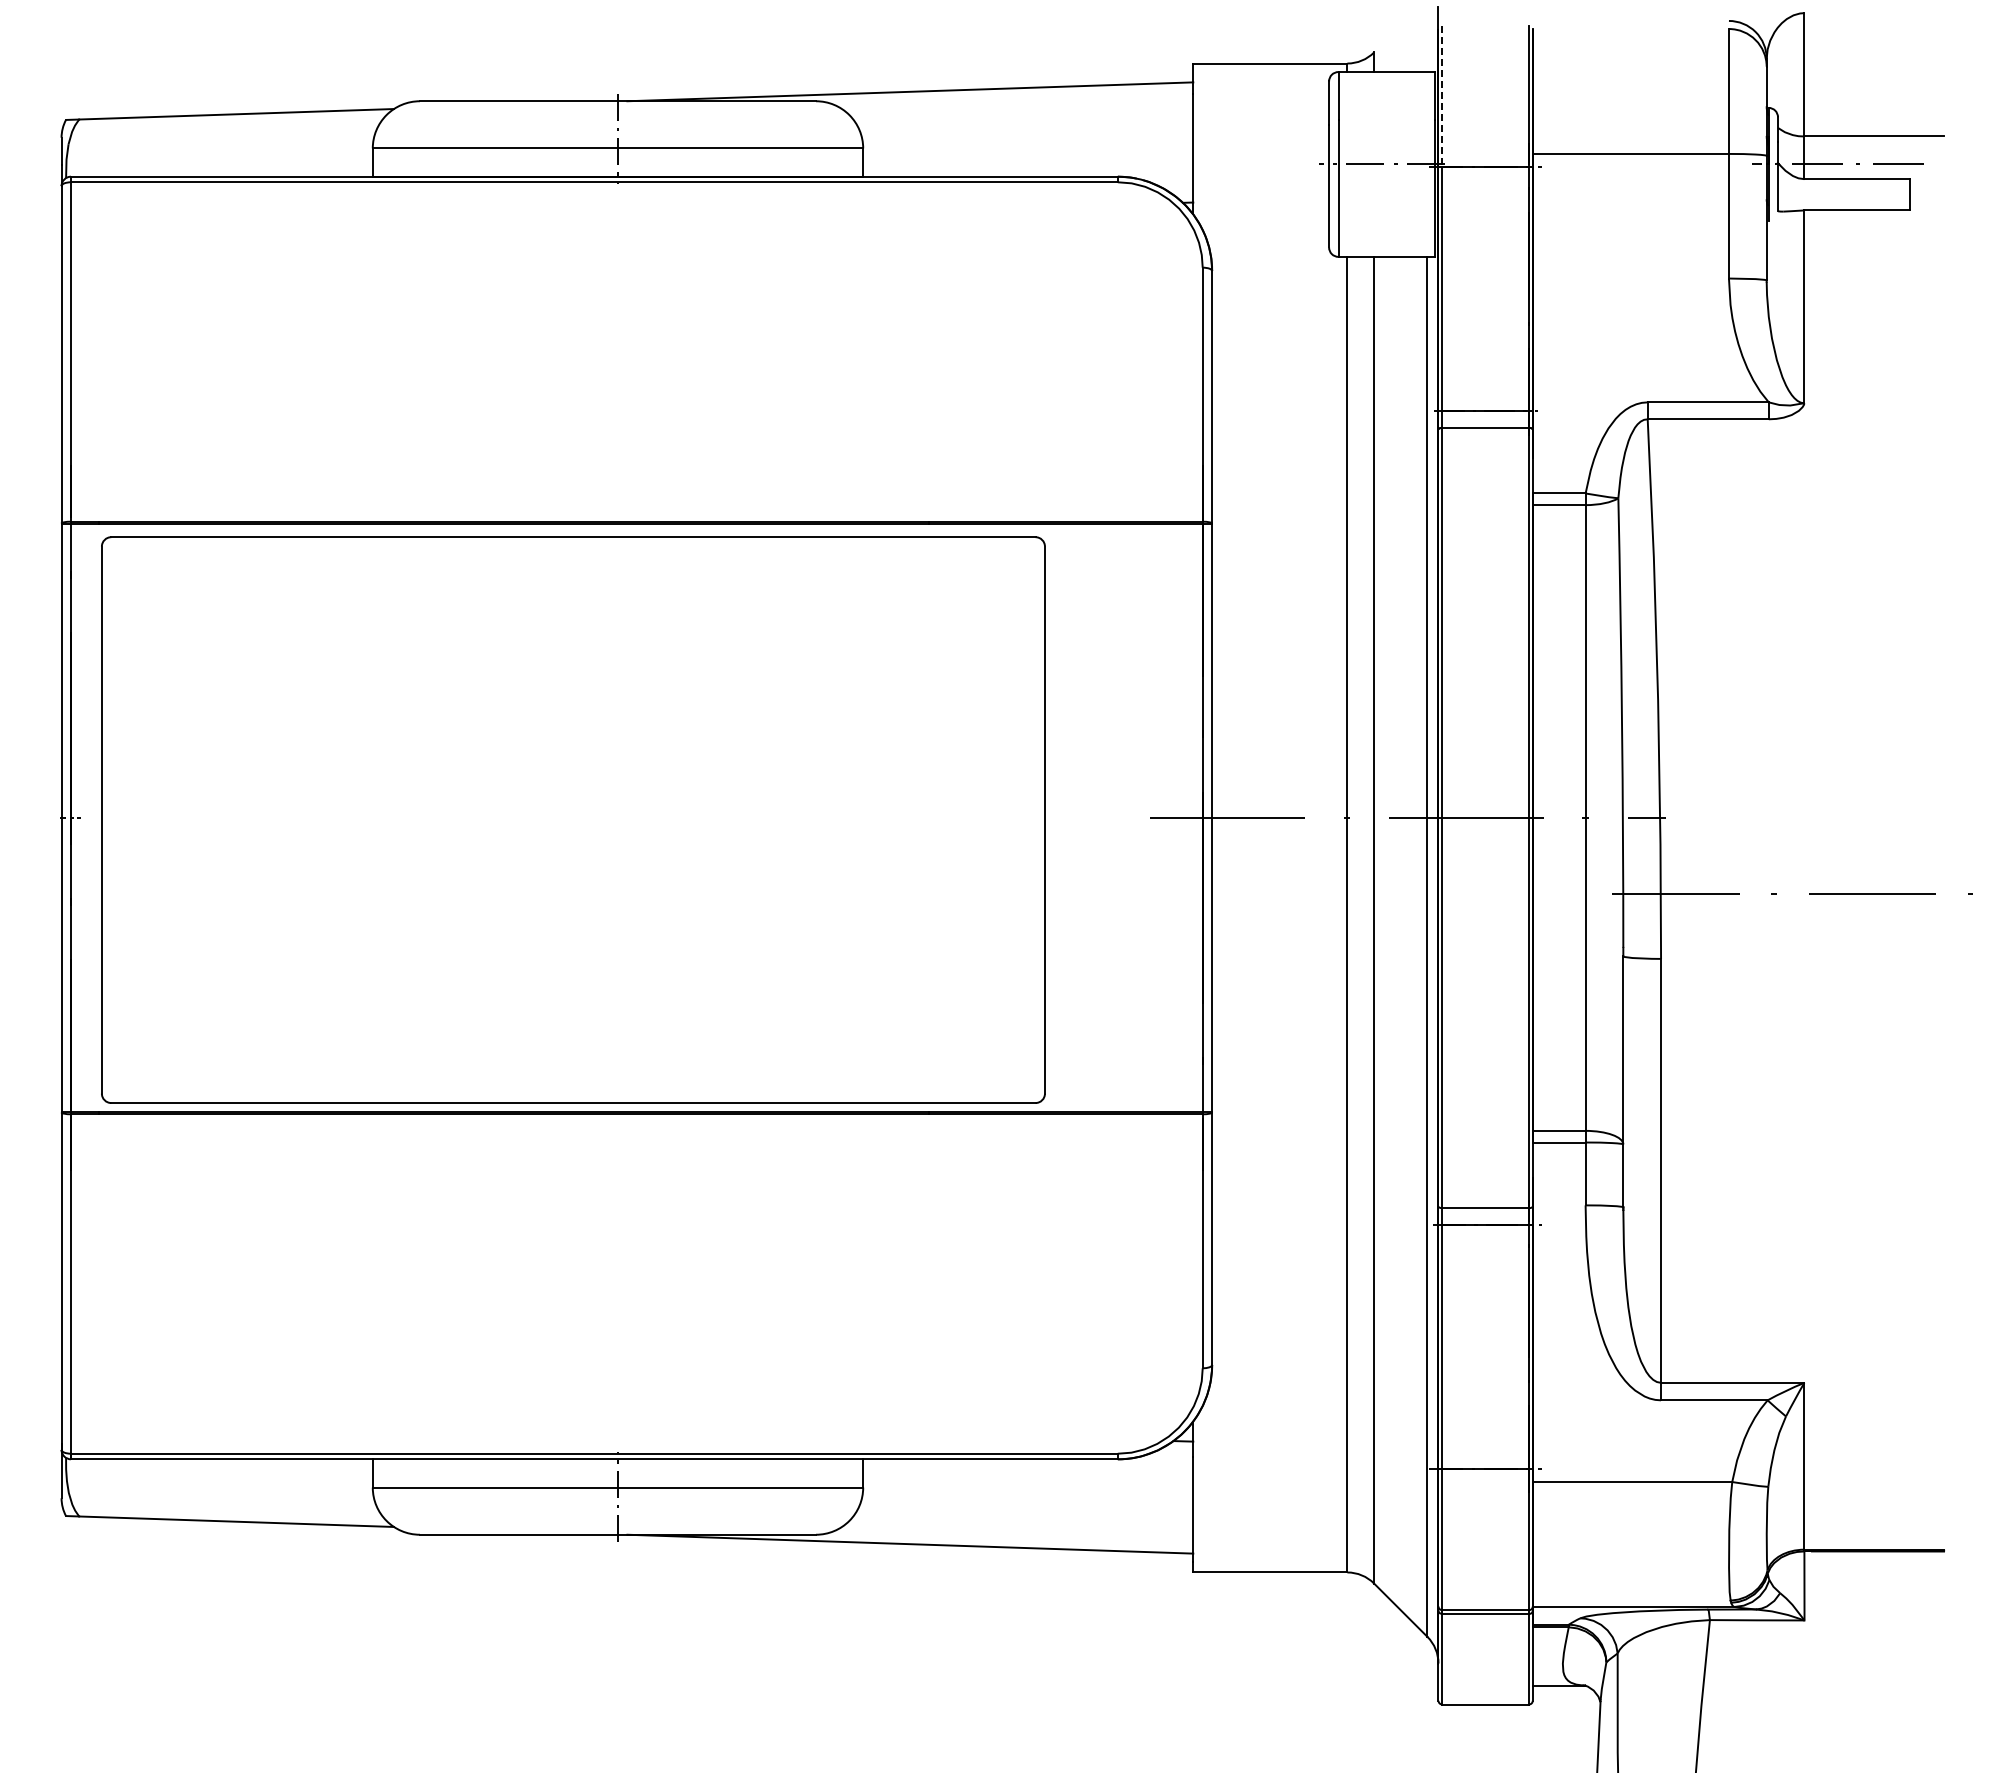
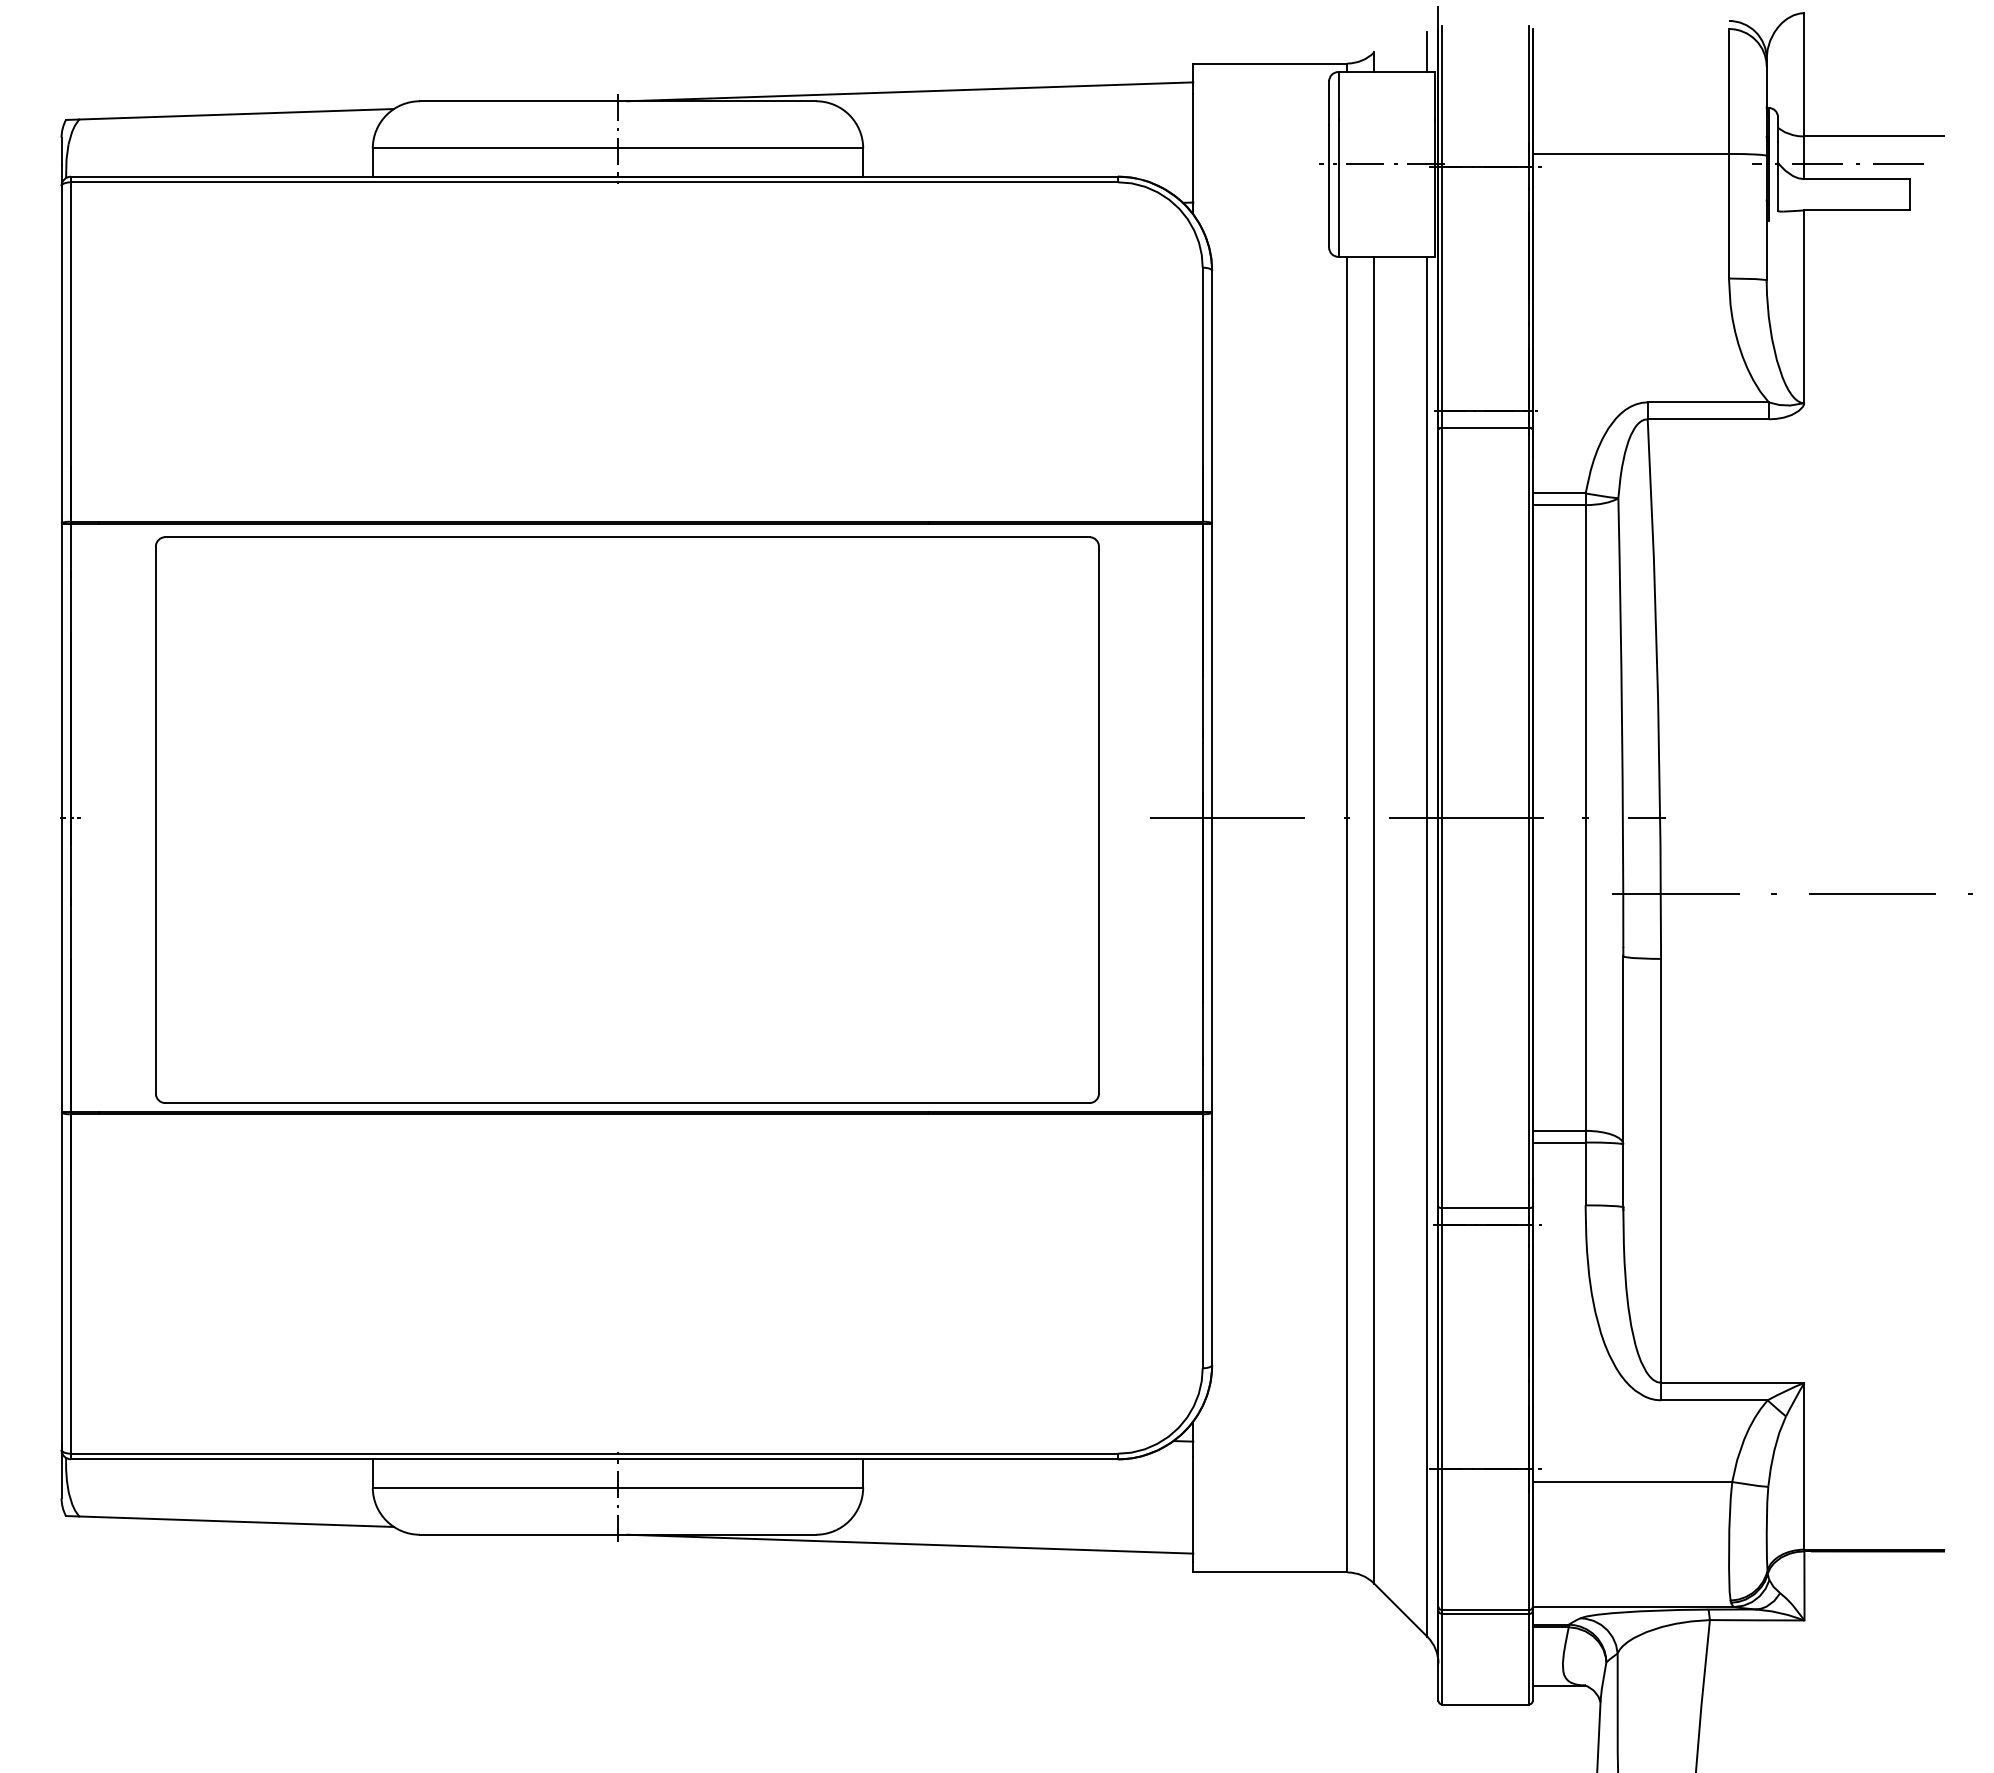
line at (1427, 52): none -> present
line at (1442, 96): dashed -> solid
part at (573, 819) position: (573, 819) -> (627, 819)
